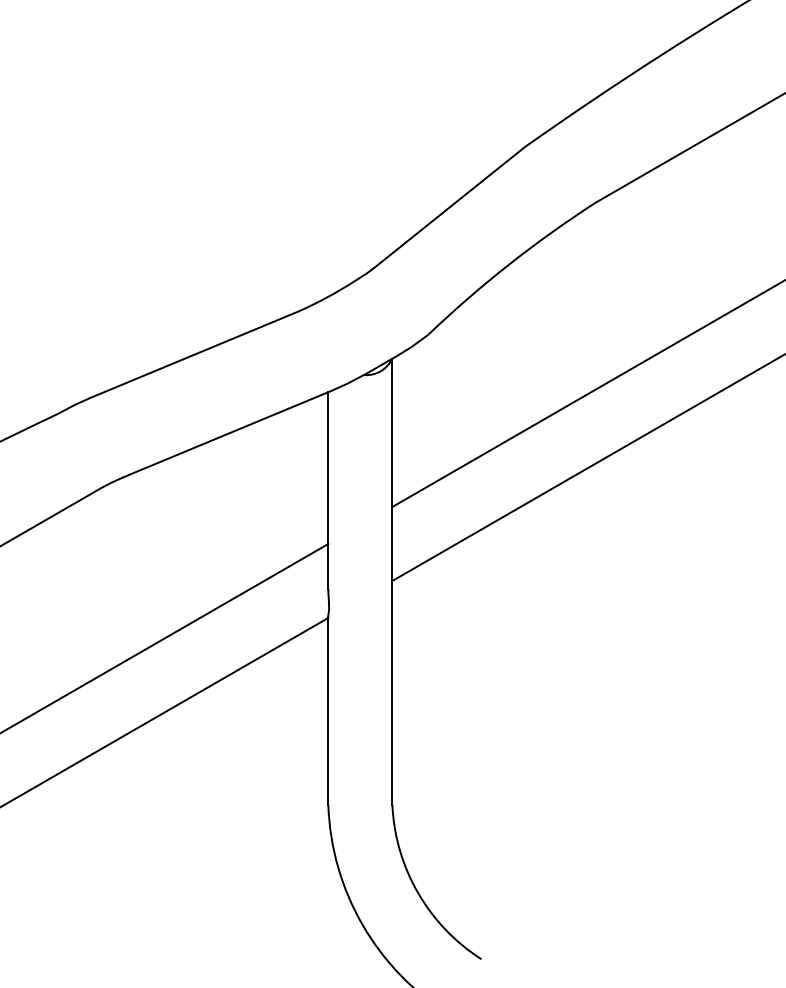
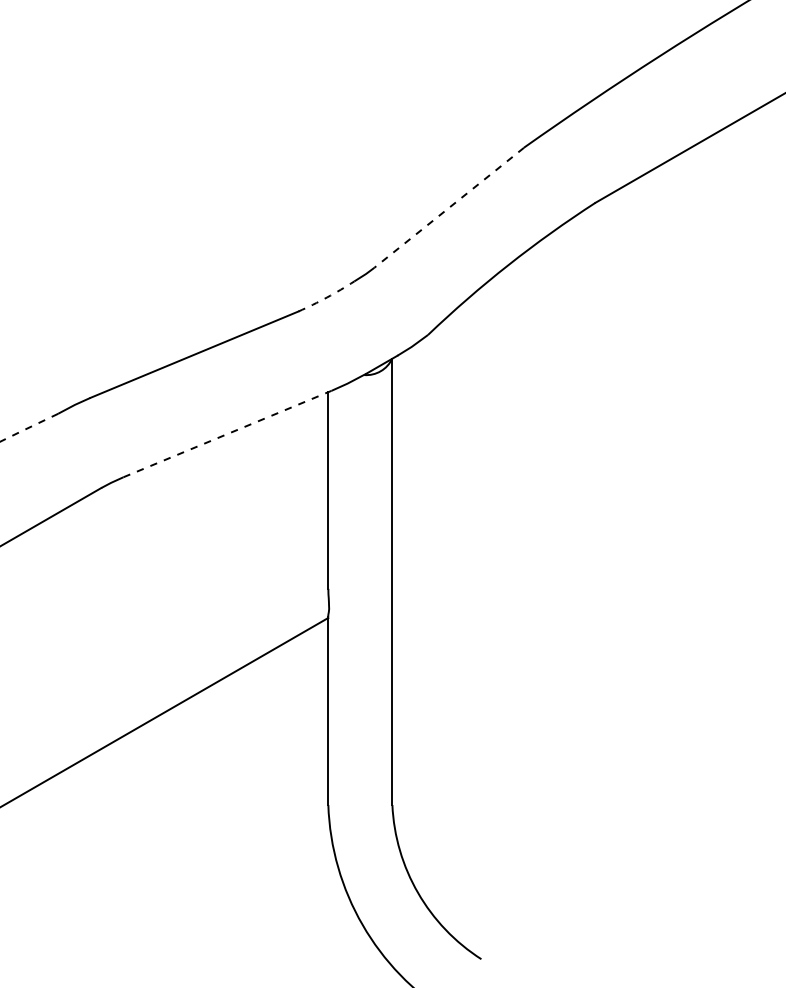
line at (449, 207): solid -> dashed
arc at (327, 297): solid -> dashed
line at (587, 393): present -> none
arc at (29, 427): solid -> dashed
line at (227, 434): solid -> dashed
line at (587, 467): present -> none
line at (165, 637): present -> none
